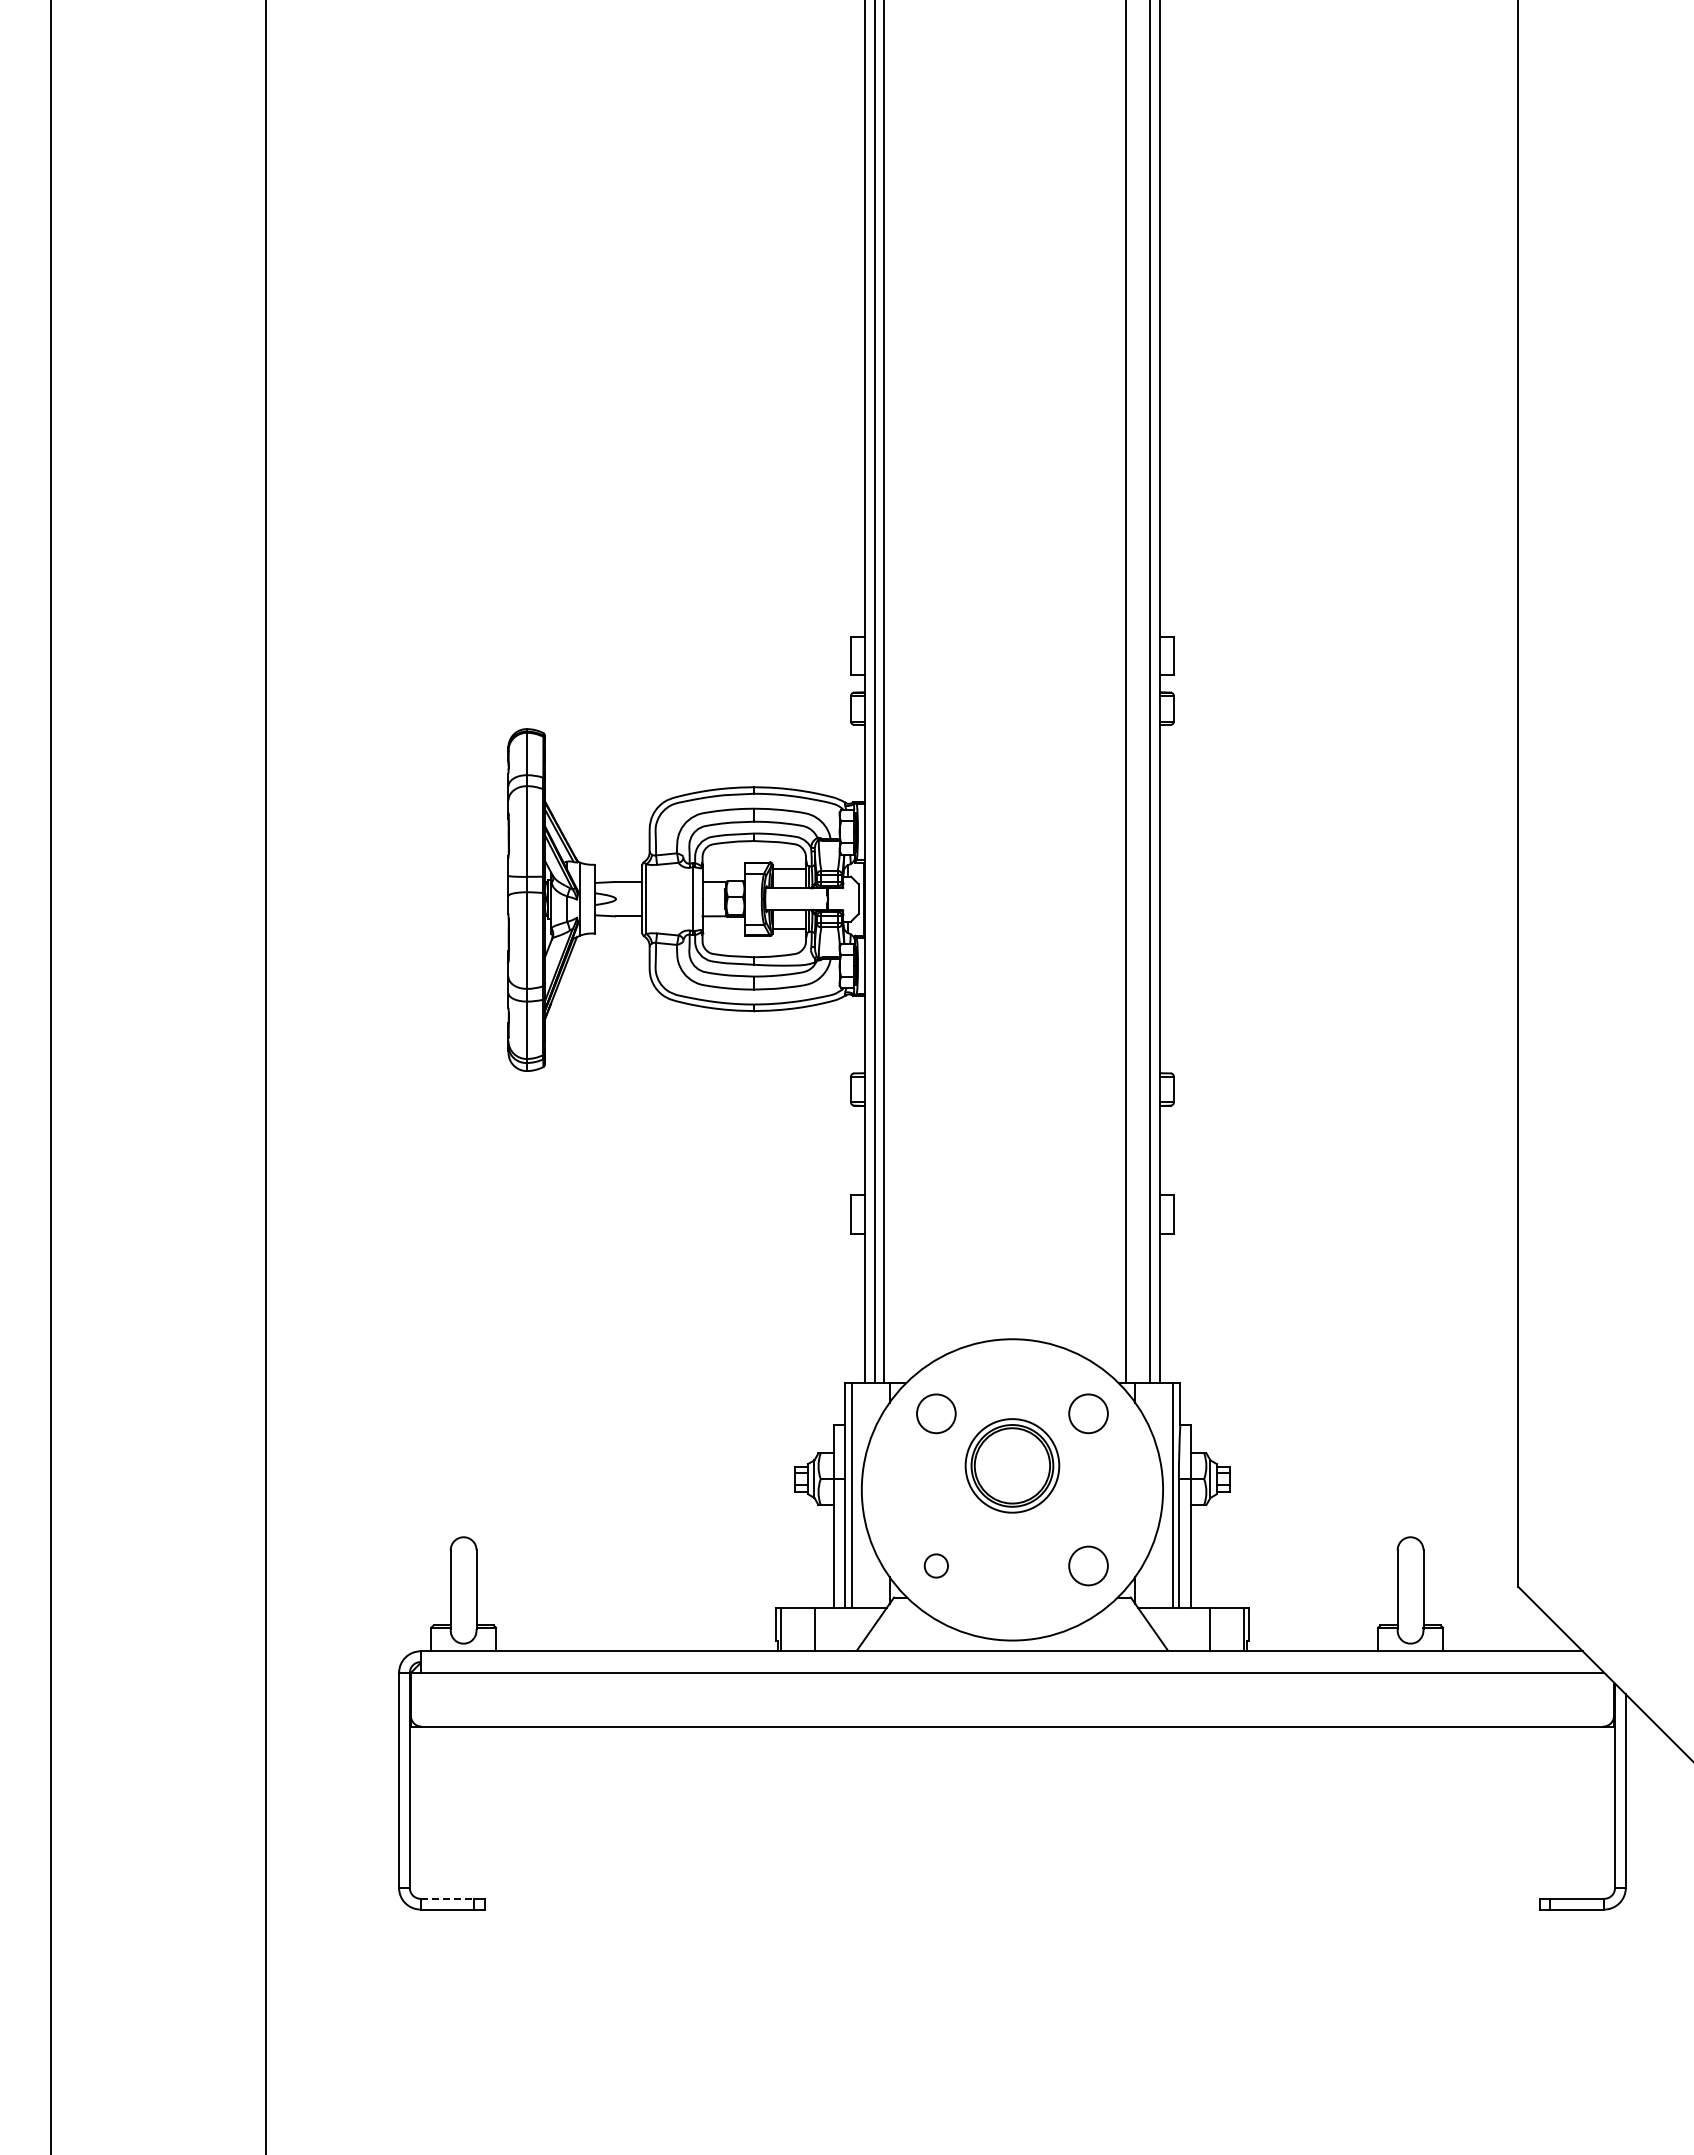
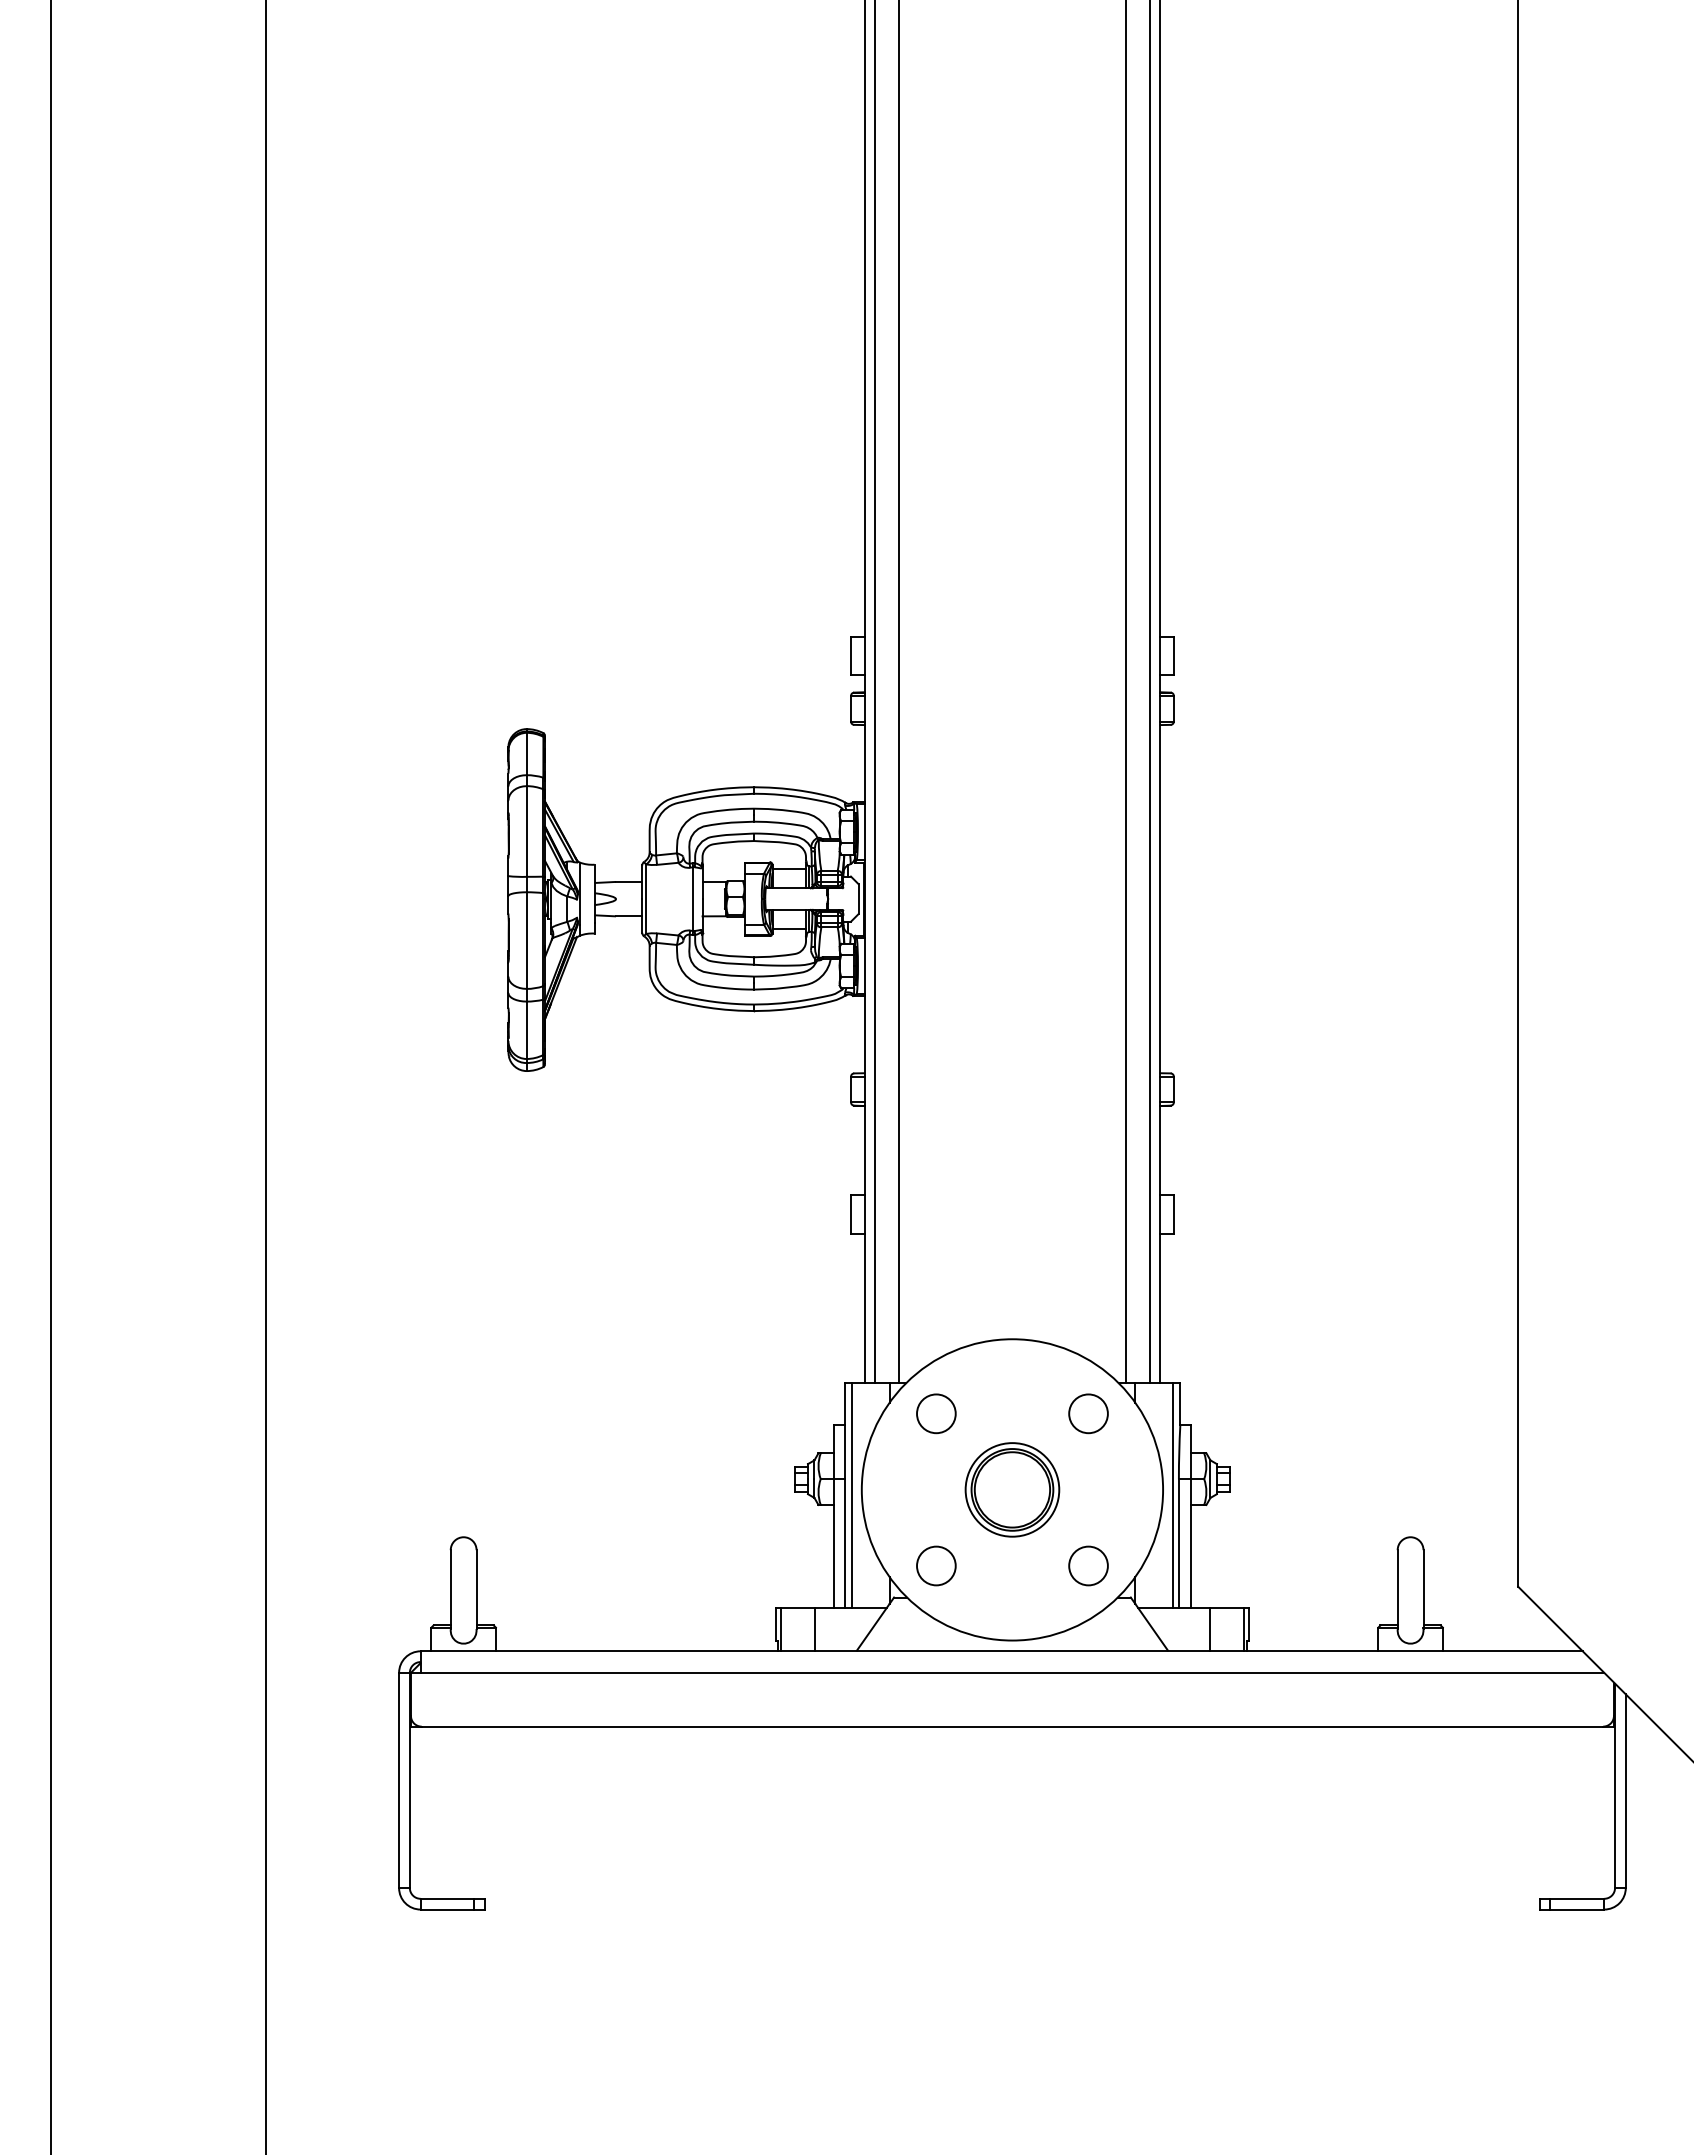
line at (883, 692) position: (883, 692) -> (898, 692)
part at (1012, 1465) position: (1012, 1465) -> (1012, 1489)
circle at (936, 1565) diameter: 23 px -> 39 px
line at (447, 1898): dashed -> solid
